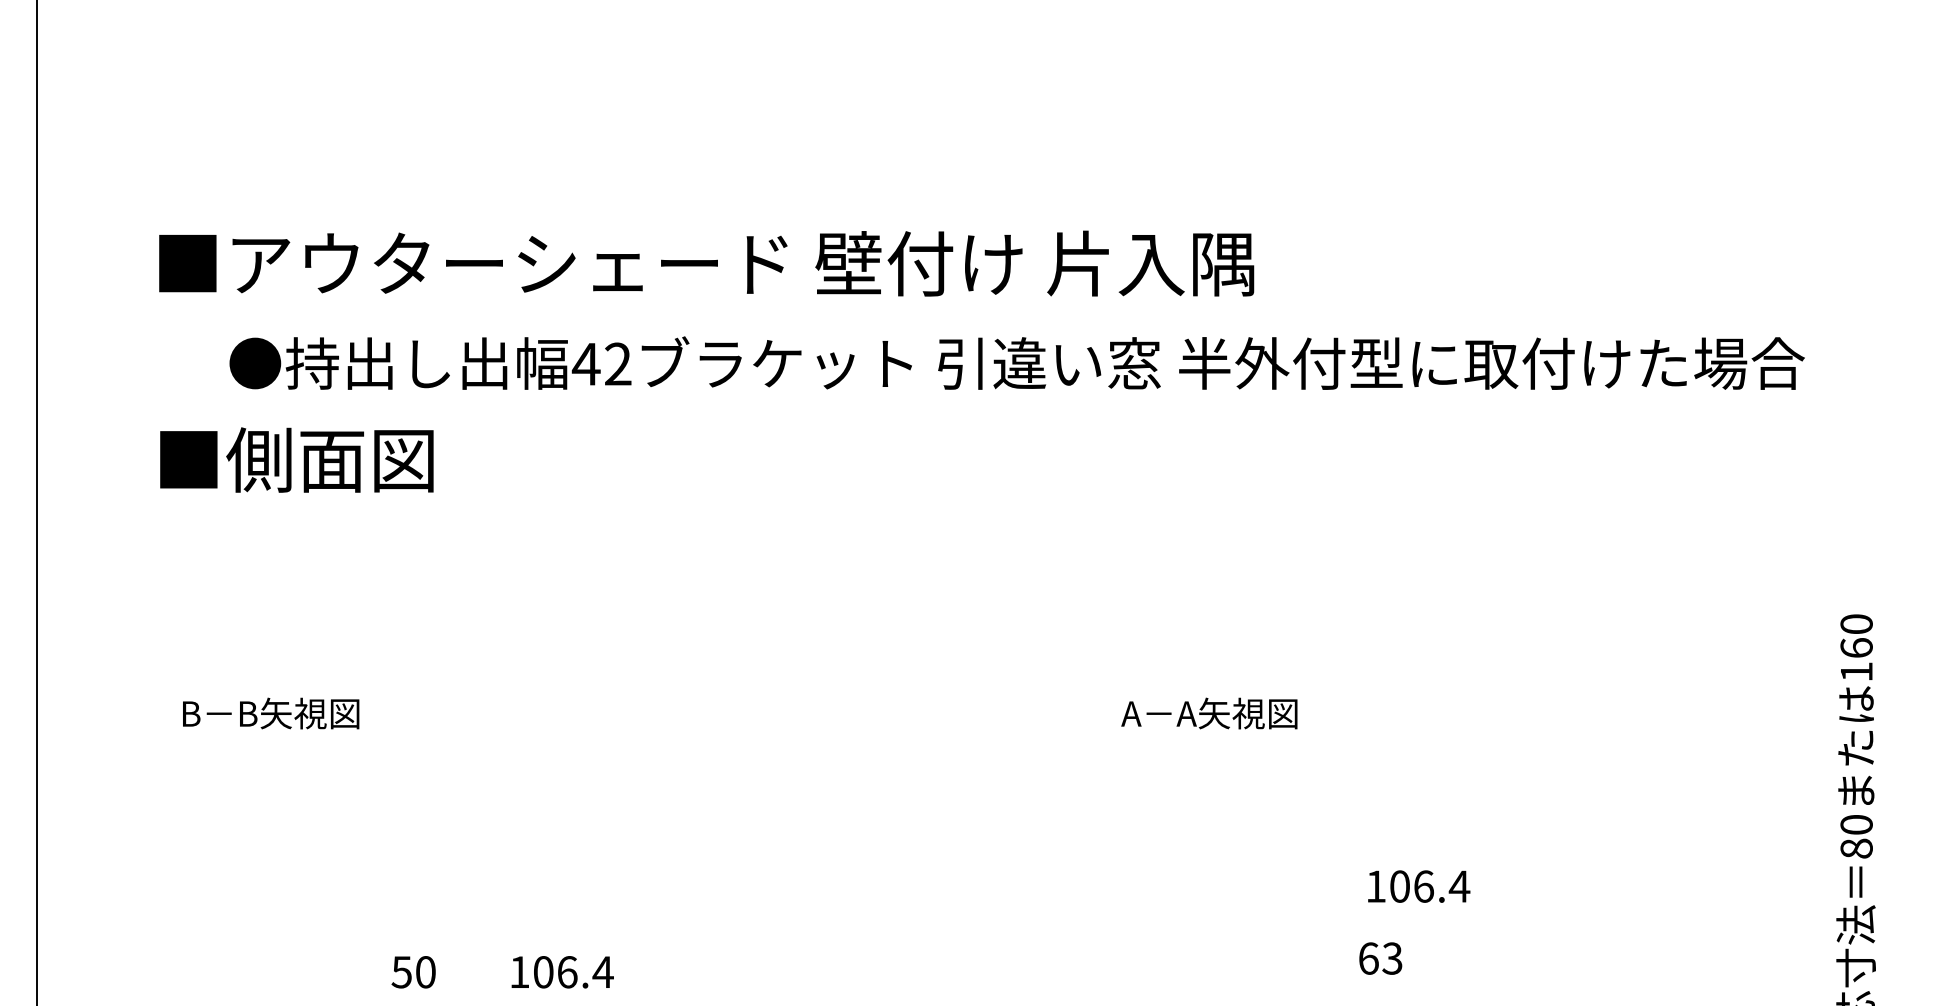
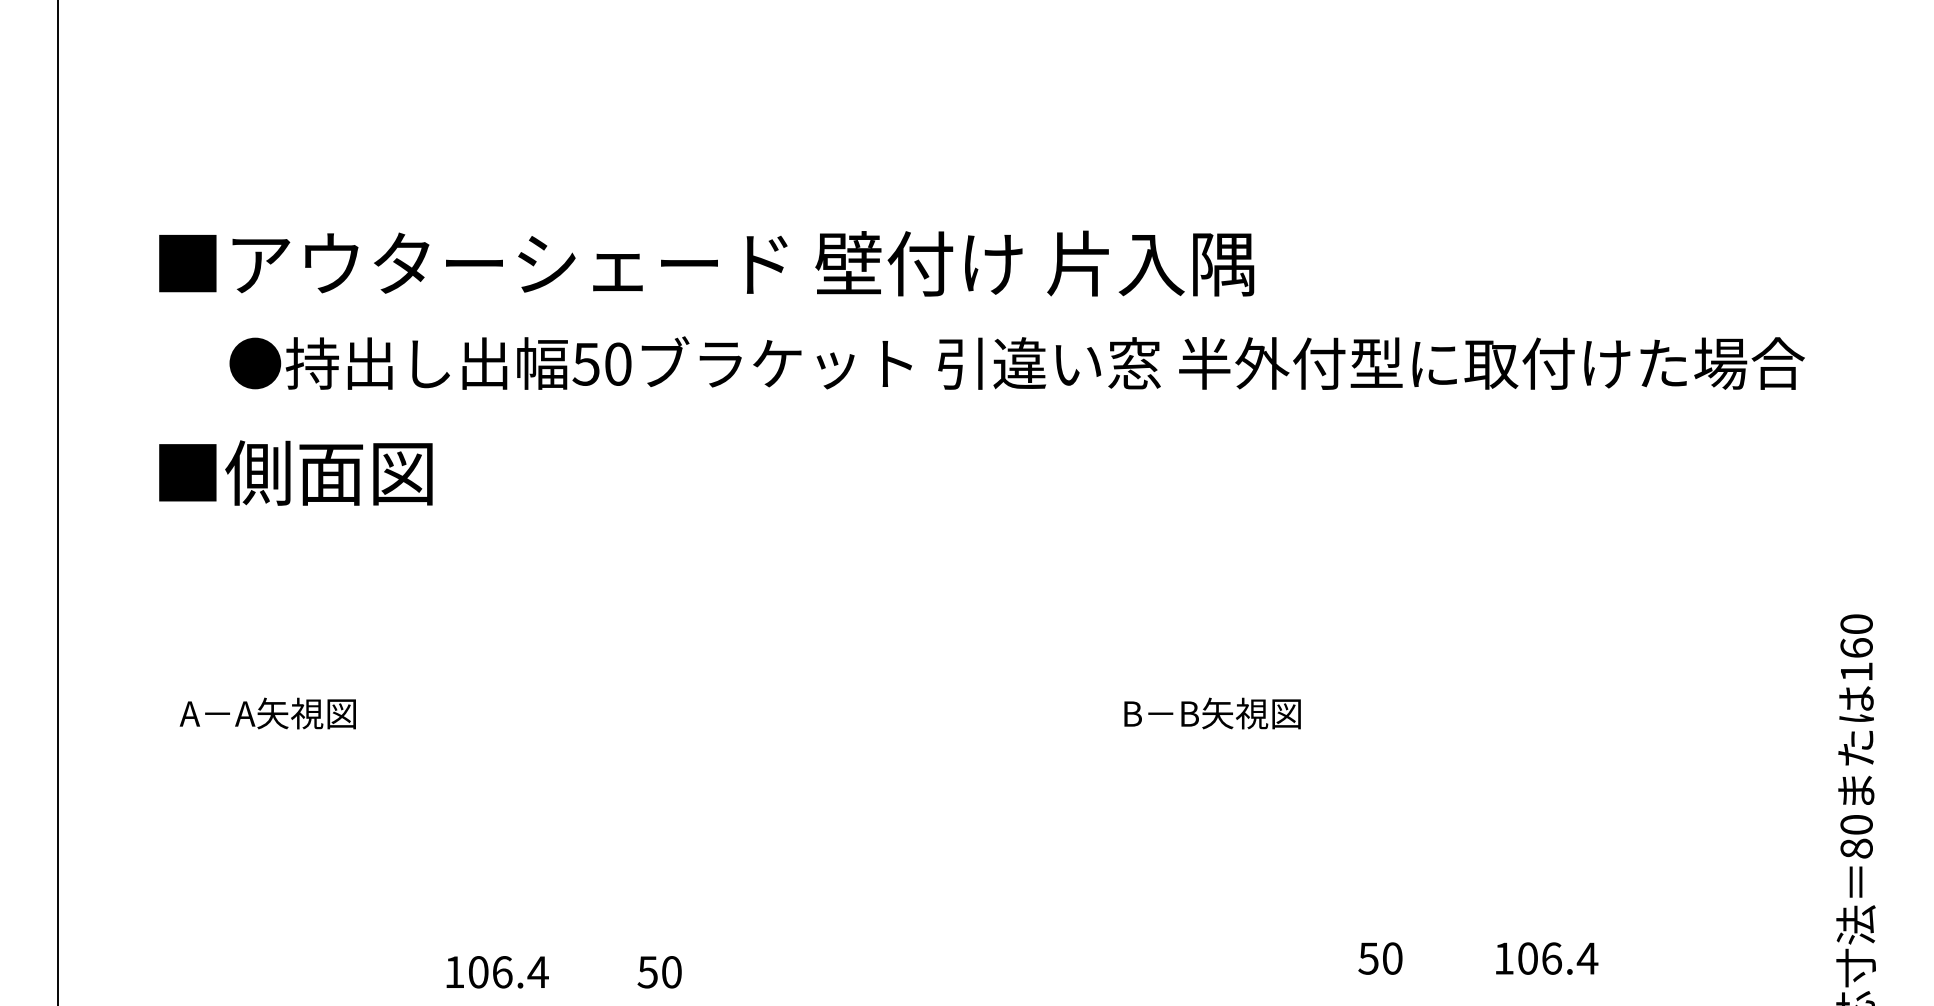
text at (601, 363): 42 -> 50
text at (296, 459) position: (296, 459) -> (295, 472)
line at (37, 502) position: (37, 502) -> (58, 502)
text at (269, 713): B－B矢視図 -> A－A矢視図
text at (1210, 713): A－A矢視図 -> B－B矢視図
text at (1419, 886) position: (1419, 886) -> (1547, 958)
text at (1380, 958): 63 -> 50
text at (413, 972) position: (413, 972) -> (659, 972)
text at (562, 972) position: (562, 972) -> (497, 972)
